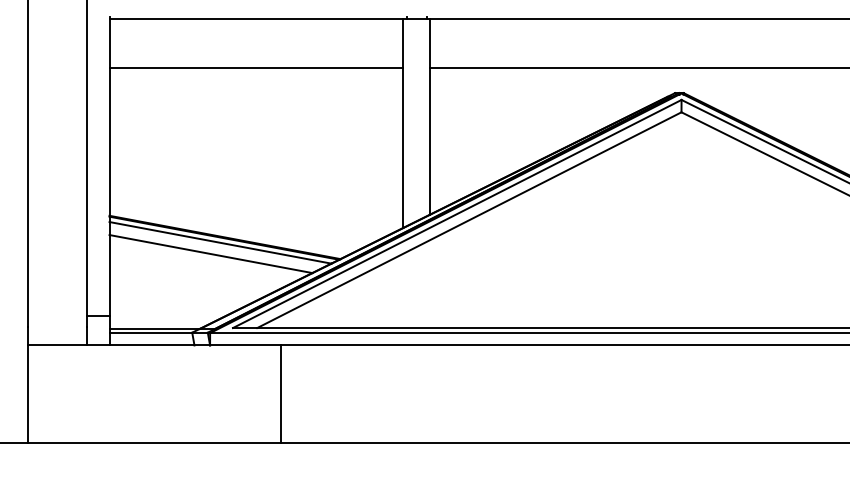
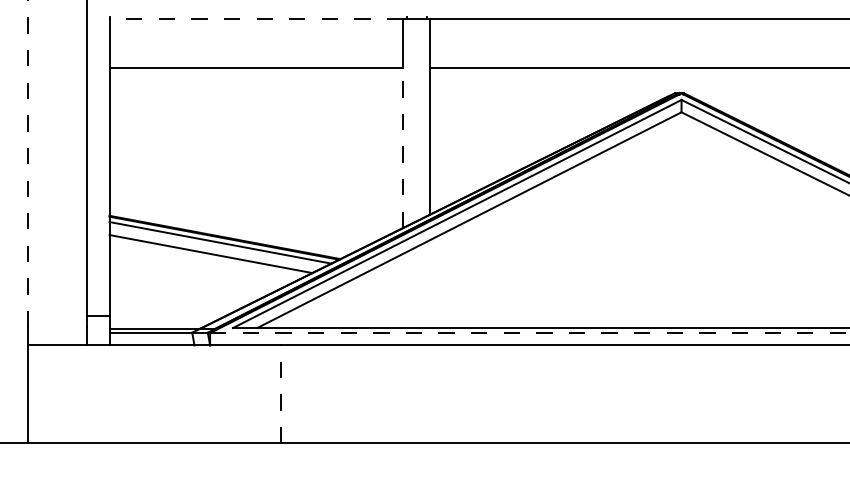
line at (256, 19): solid -> dashed
line at (403, 148): solid -> dashed
line at (28, 163): solid -> dashed
line at (529, 333): solid -> dashed
line at (280, 394): solid -> dashed
